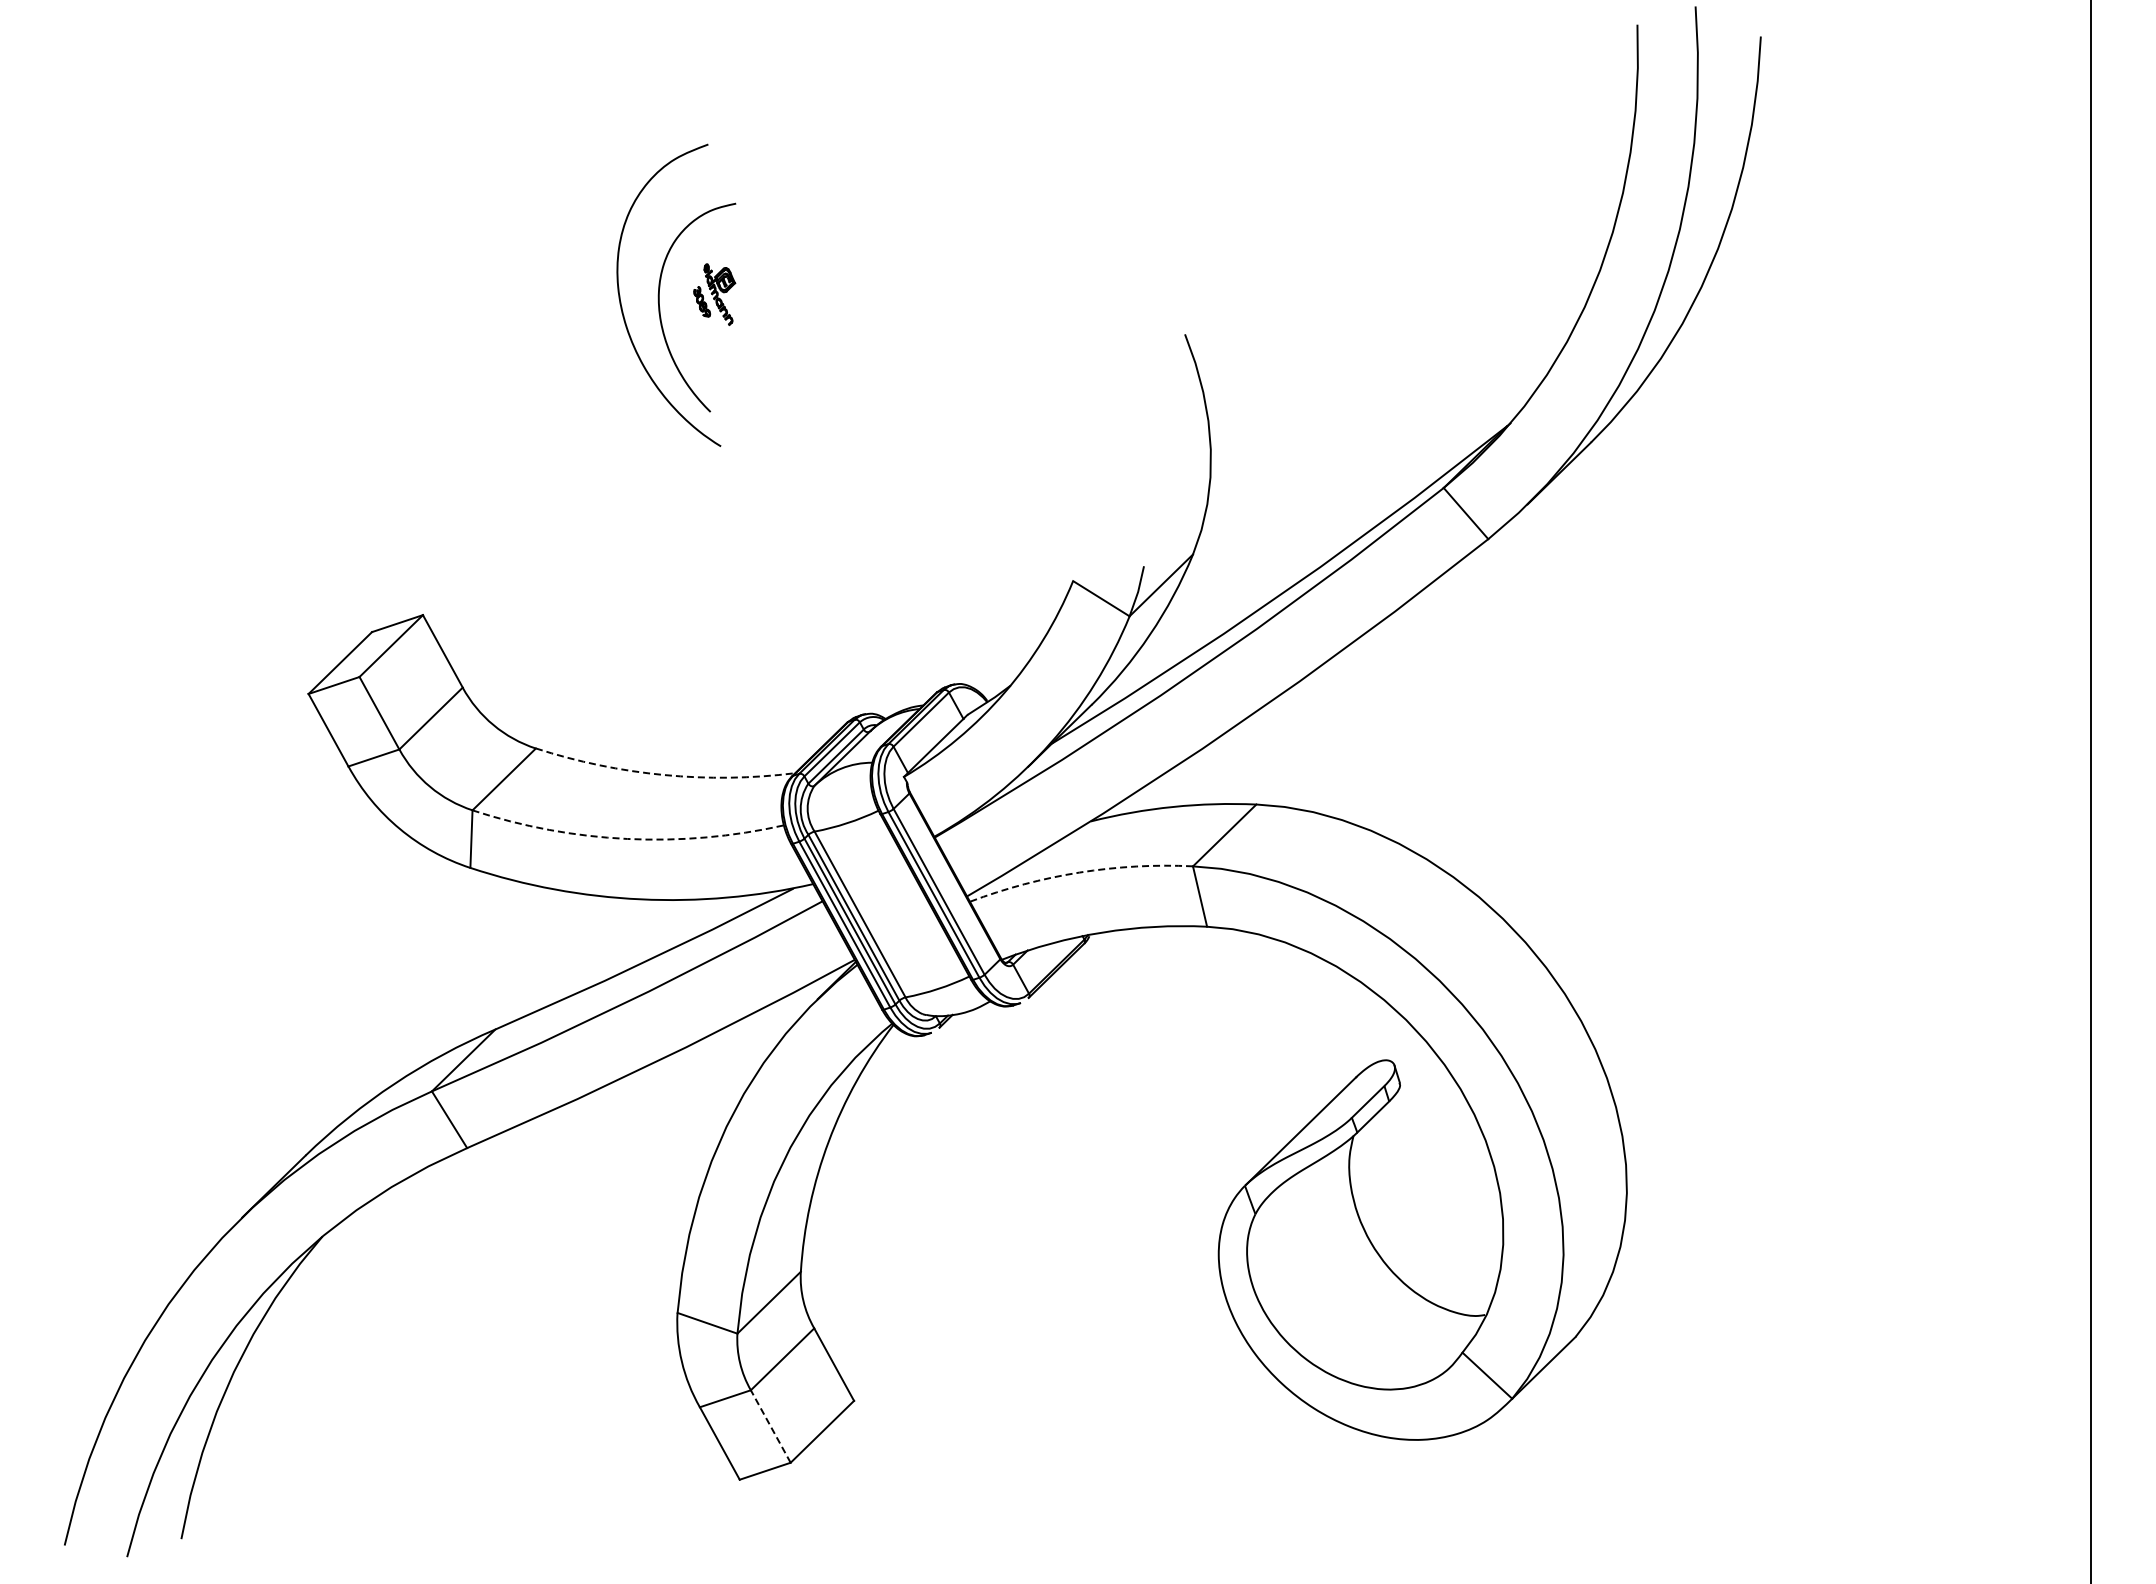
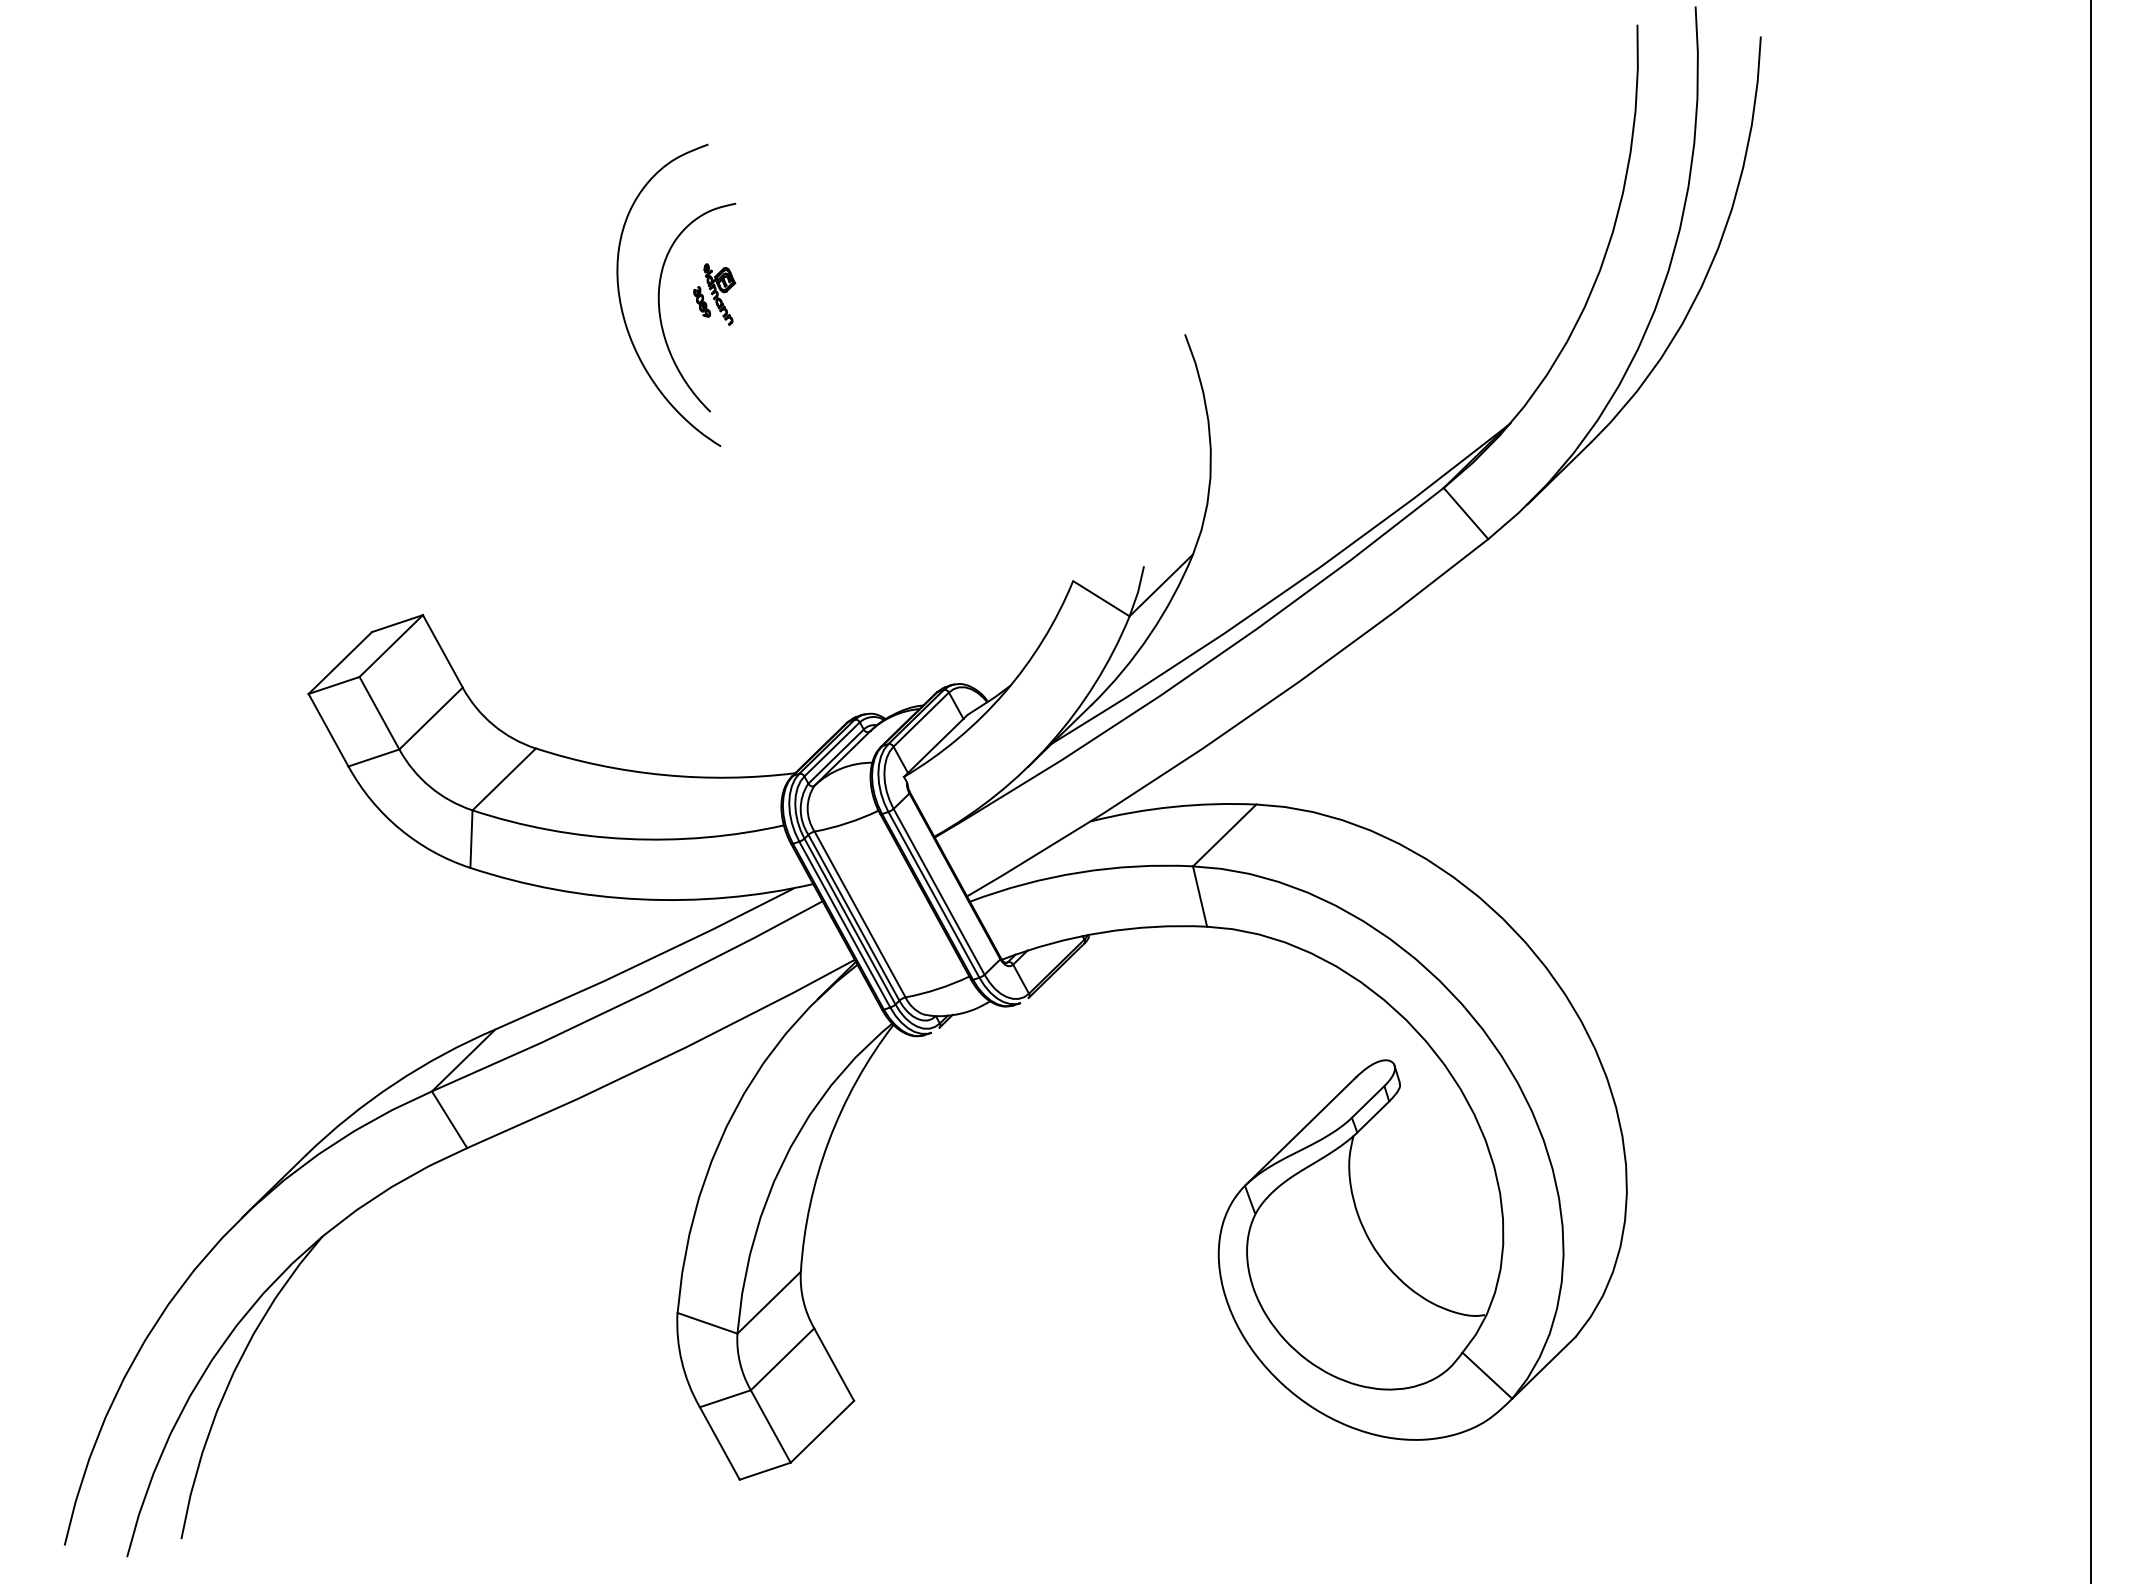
arc at (664, 775): dashed -> solid
arc at (627, 838): dashed -> solid
arc at (1079, 872): dashed -> solid
line at (770, 1426): dashed -> solid
